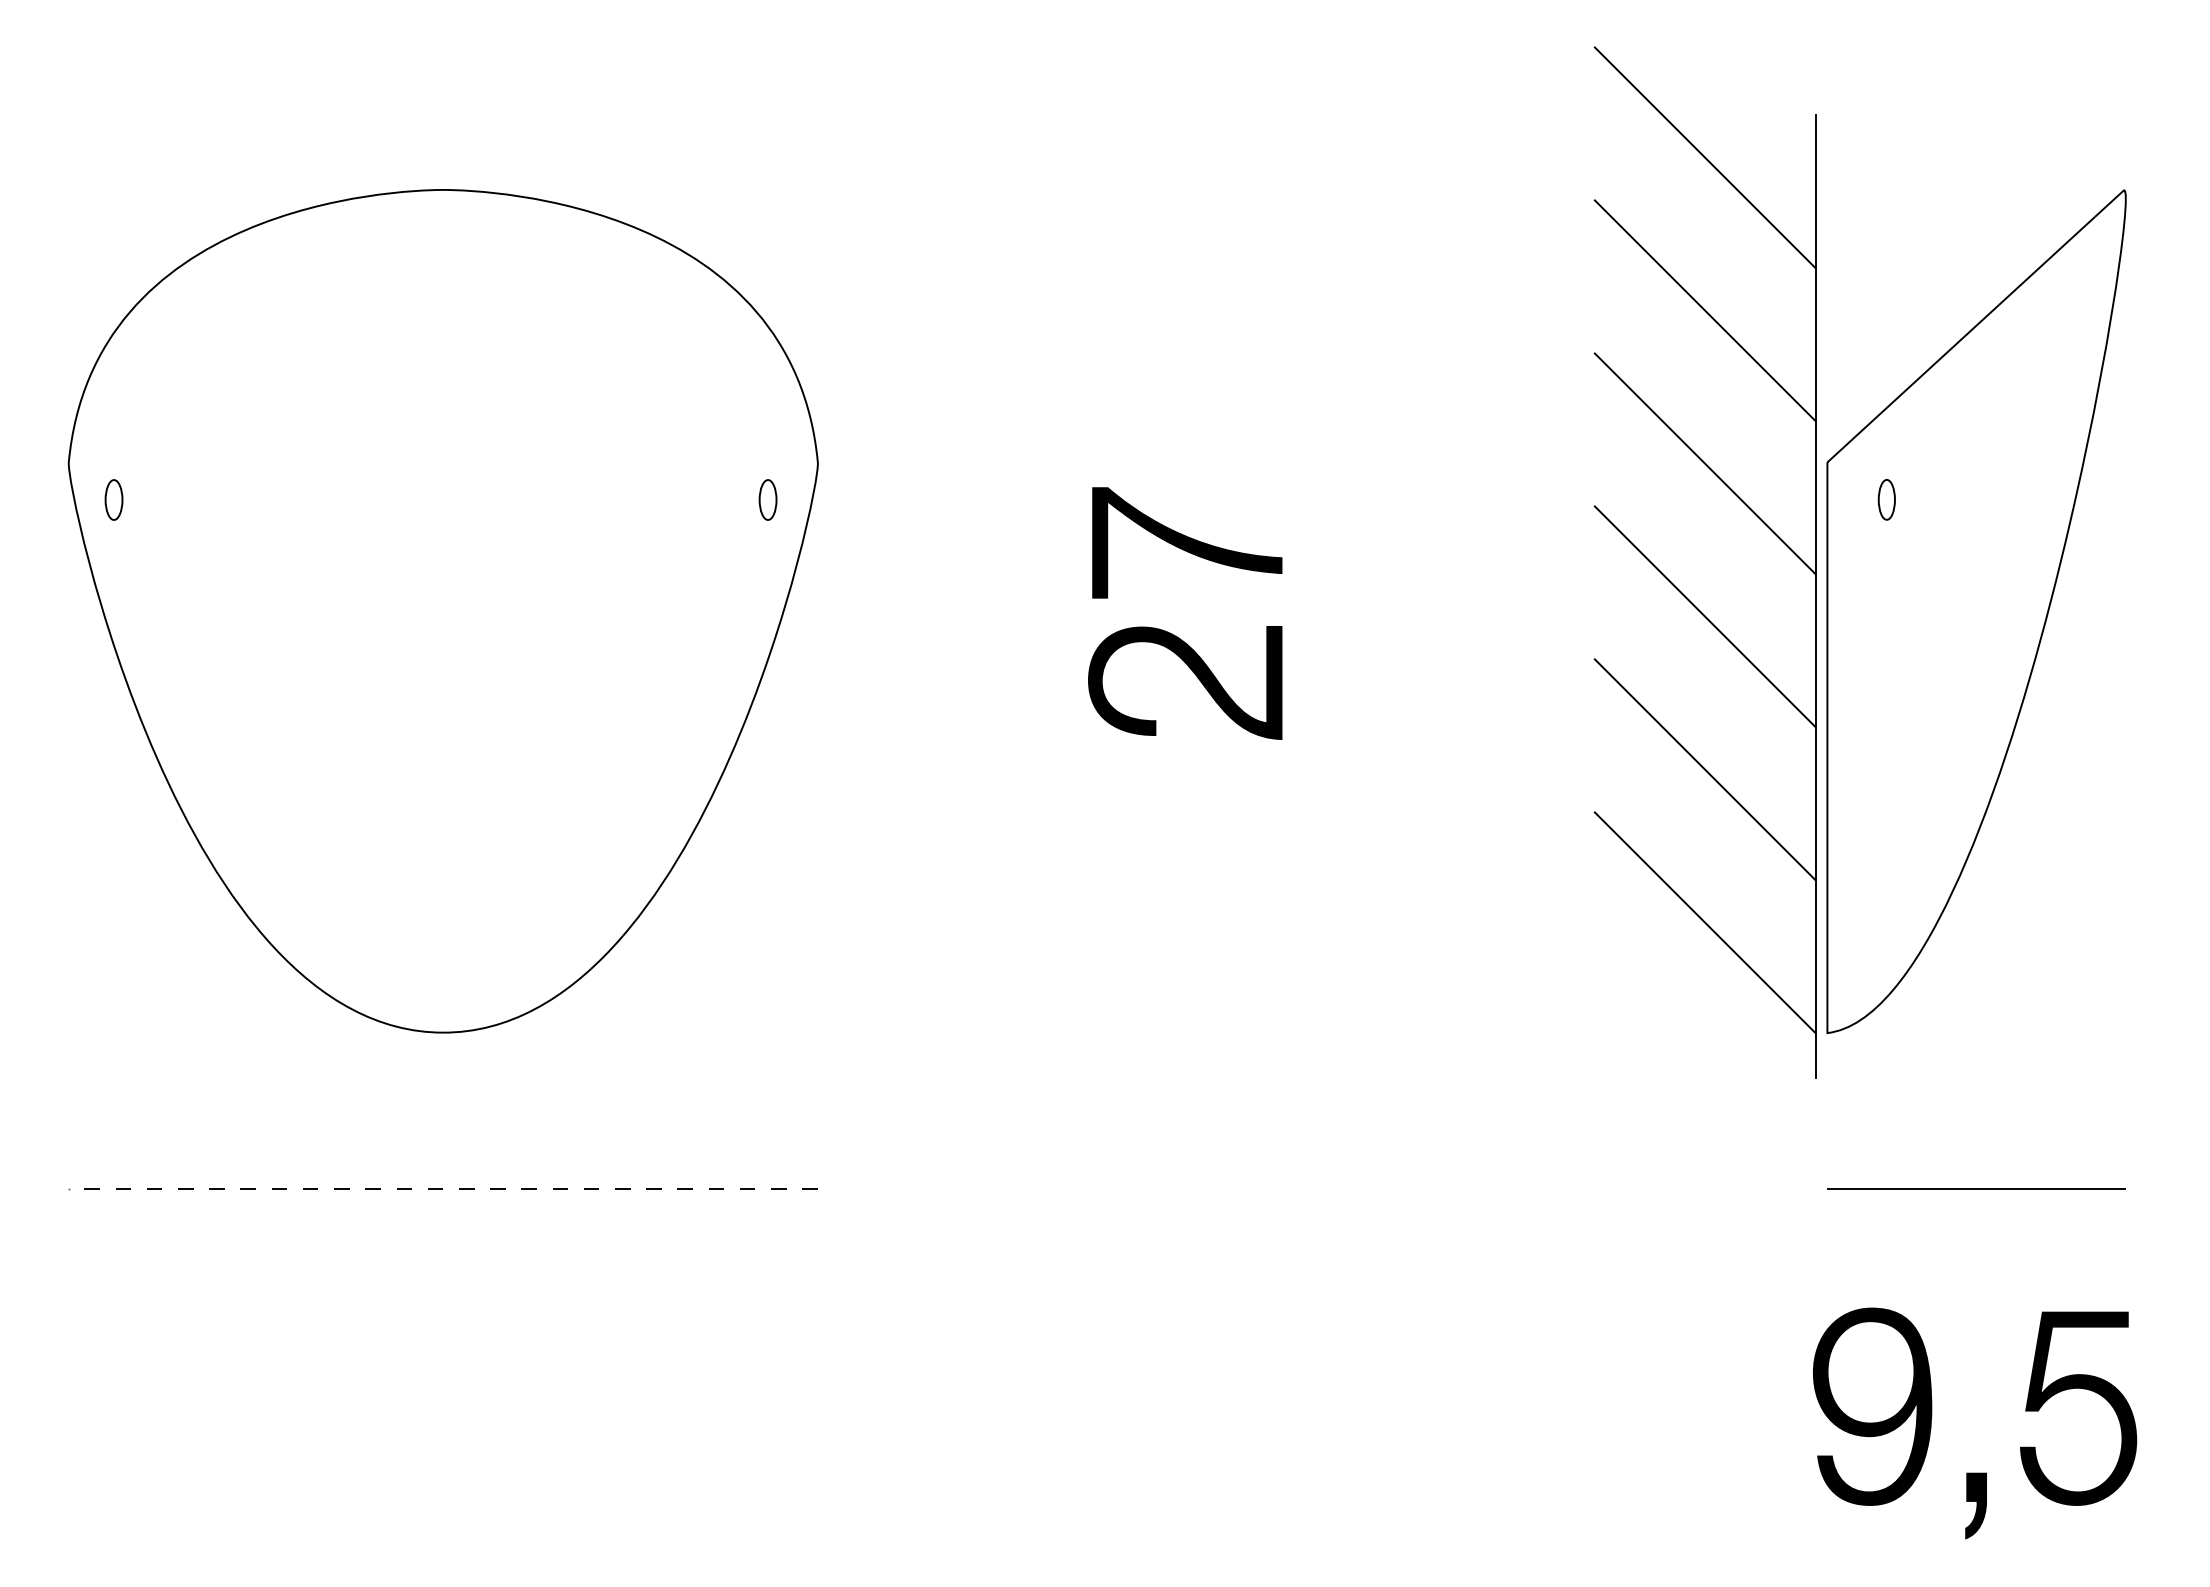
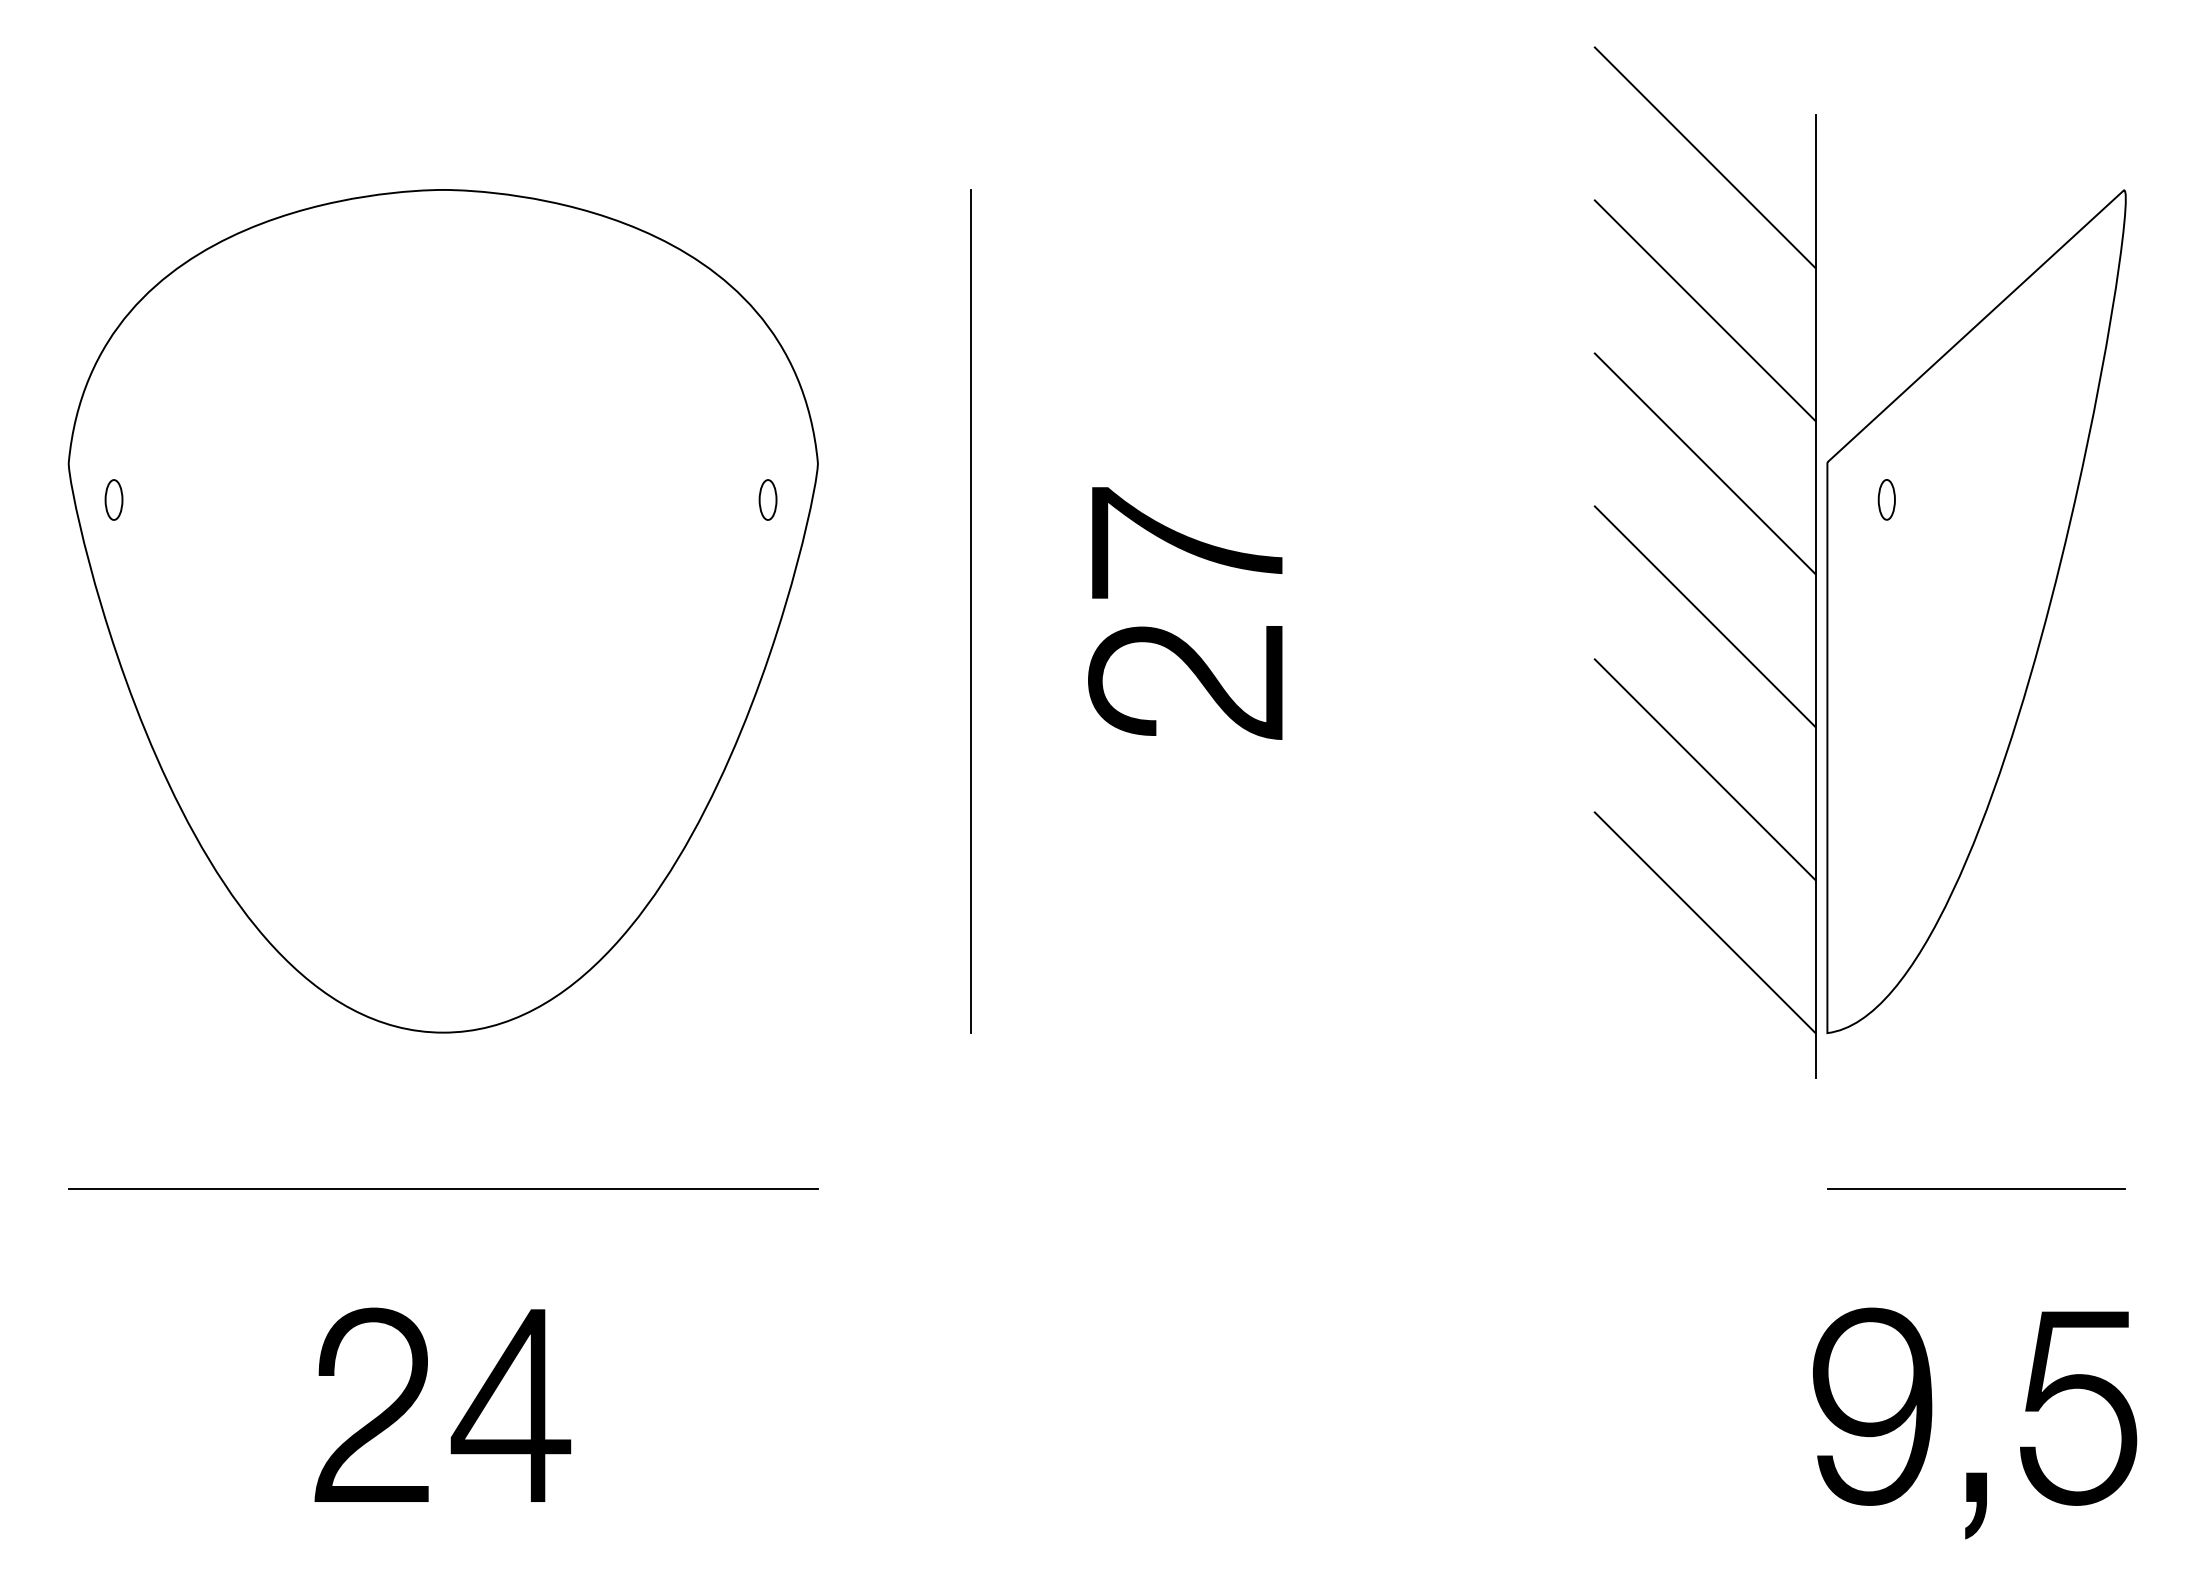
line at (970, 610): none -> present
line at (443, 1188): dashed -> solid
part at (463, 1416): none -> present
